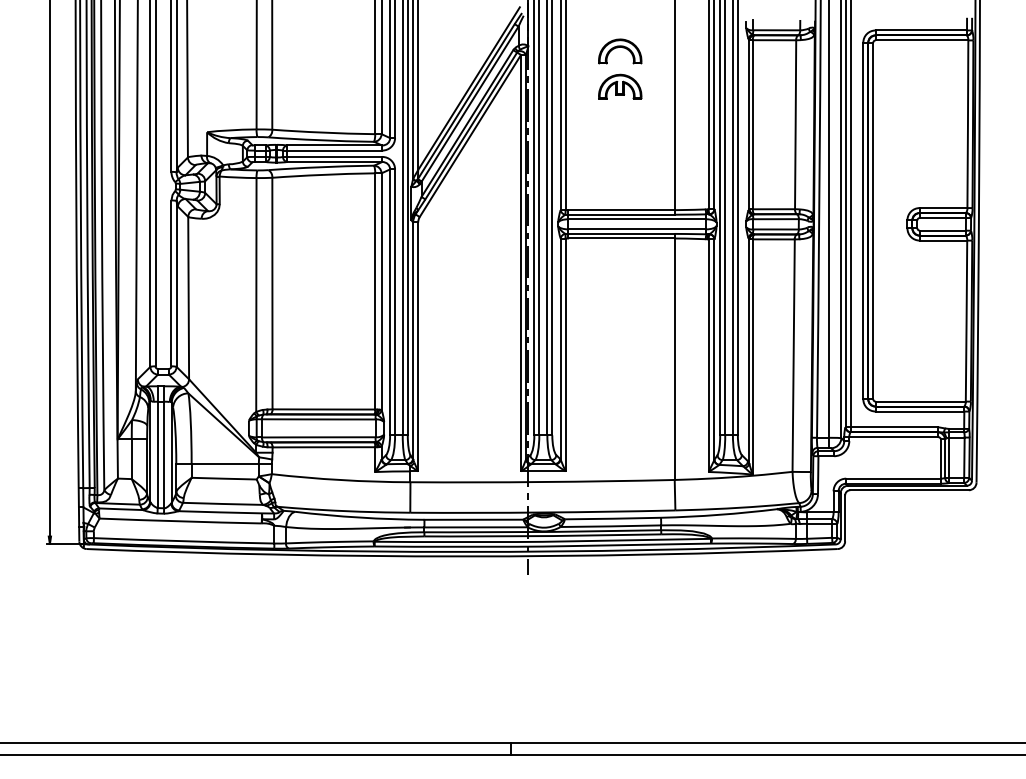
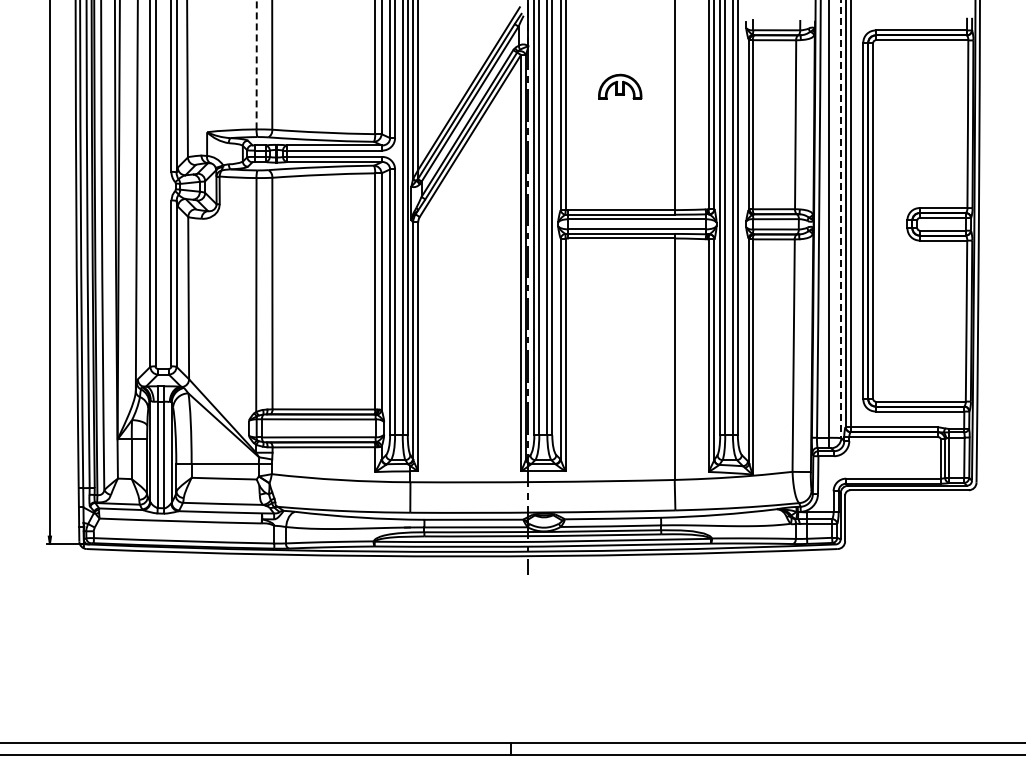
part at (620, 51): present -> none
line at (256, 64): solid -> dashed
line at (841, 219): solid -> dashed
